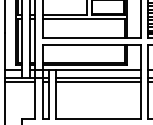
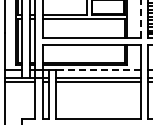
line at (140, 19): solid -> dashed
line at (98, 70): solid -> dashed
